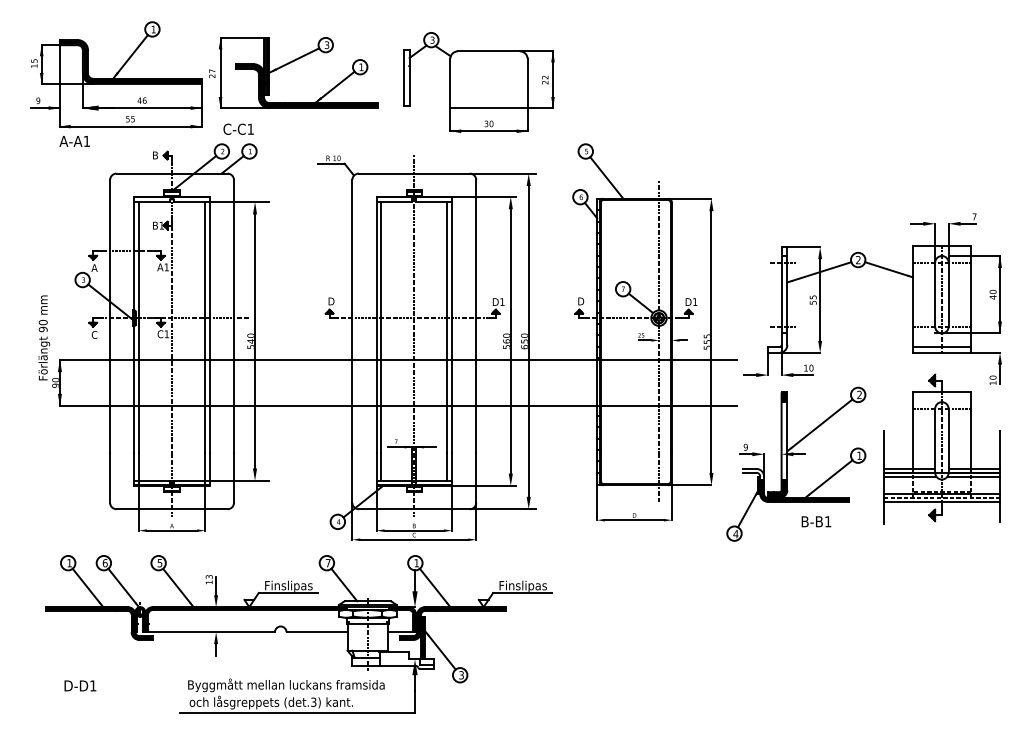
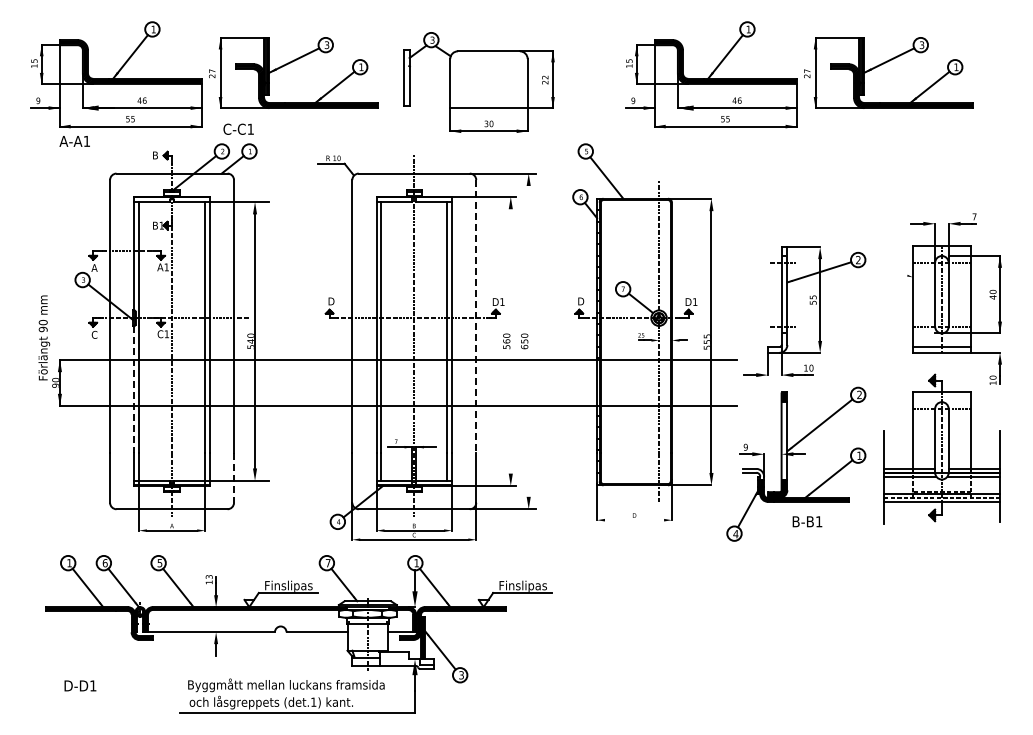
part at (799, 74): none -> present
line at (888, 269): present -> none
line at (476, 316): solid -> dashed
line at (510, 341): present -> none
line at (528, 341): present -> none
line at (134, 389): solid -> dashed
line at (234, 478): solid -> dashed
line at (634, 520): present -> none
text at (816, 521) position: (816, 521) -> (807, 521)
text at (313, 701): (det.3) -> (det.1)
